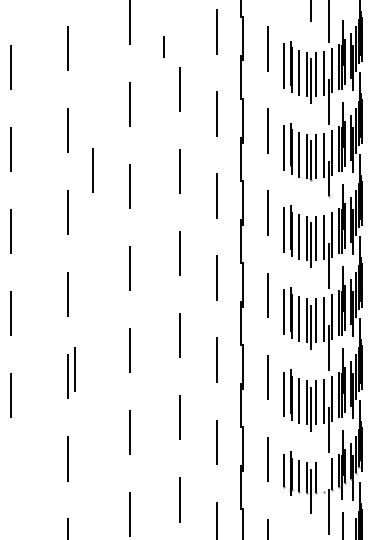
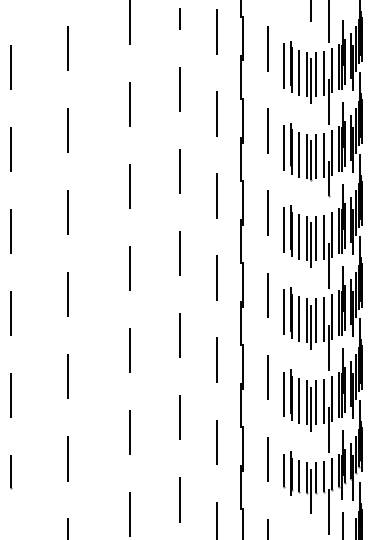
line at (163, 46) position: (163, 46) -> (179, 18)
line at (92, 170): present -> none
line at (74, 369): present -> none
line at (11, 472): none -> present
line at (323, 476): none -> present
